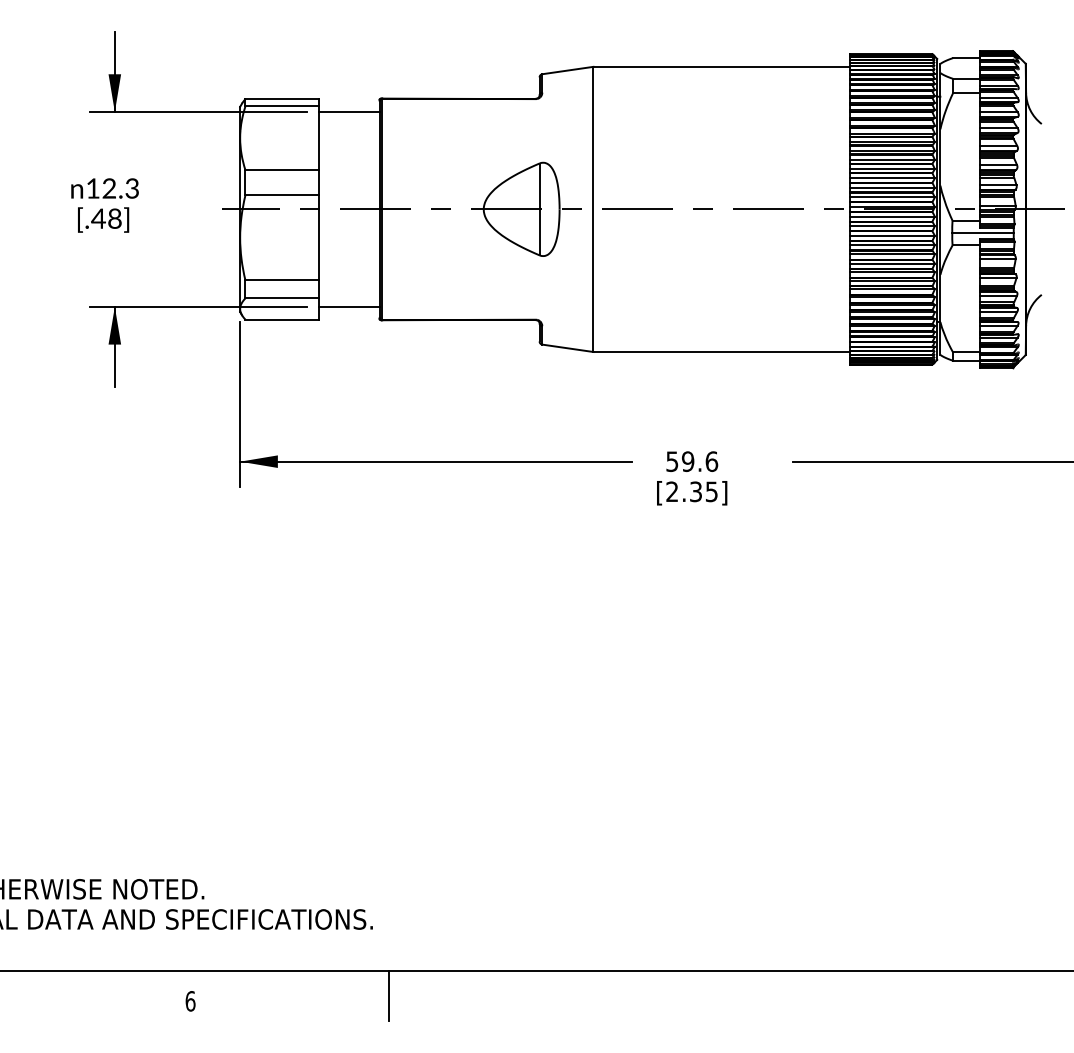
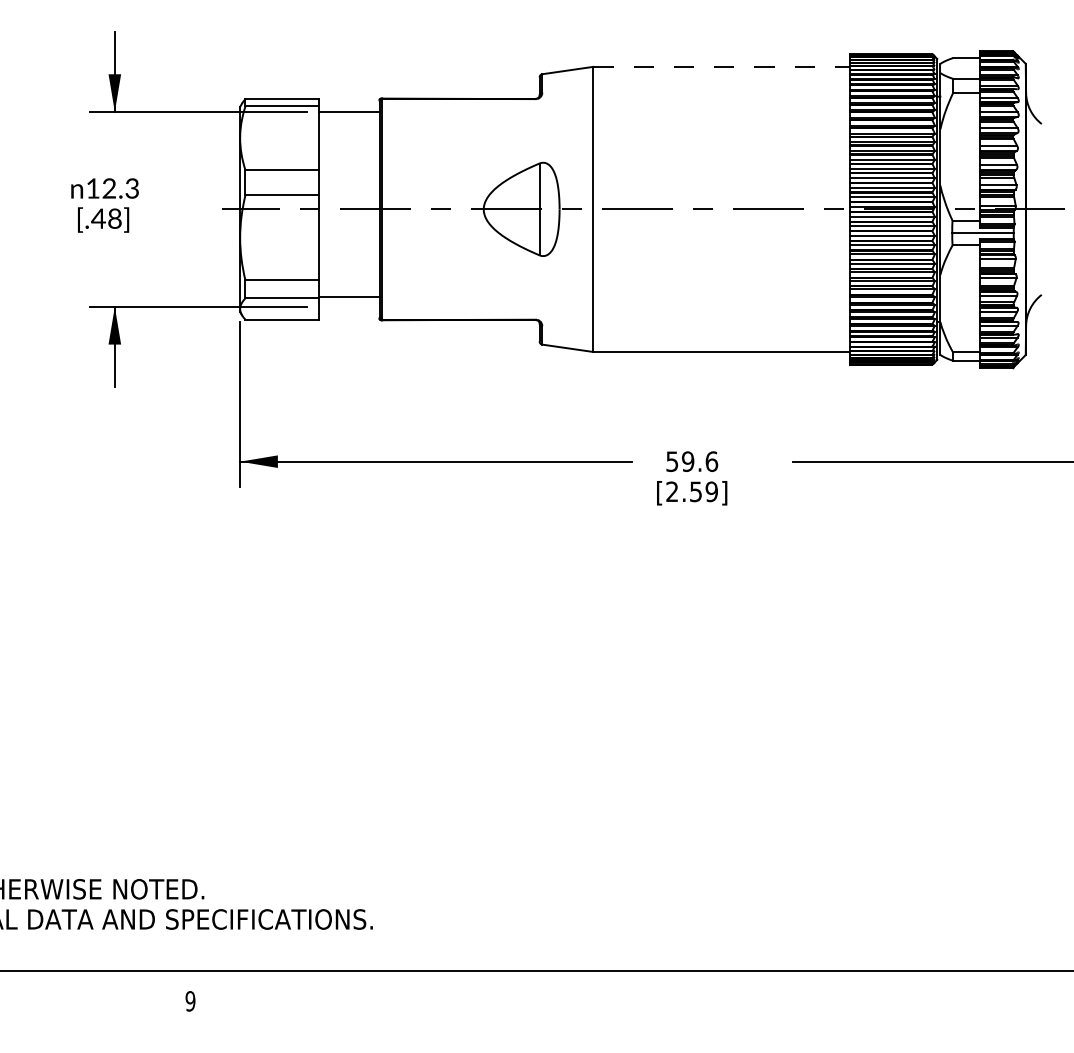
line at (722, 66): solid -> dashed
line at (349, 306) position: (349, 306) -> (349, 296)
text at (703, 491): [2.35] -> [2.59]
line at (388, 996): present -> none
text at (190, 1001): 6 -> 9
